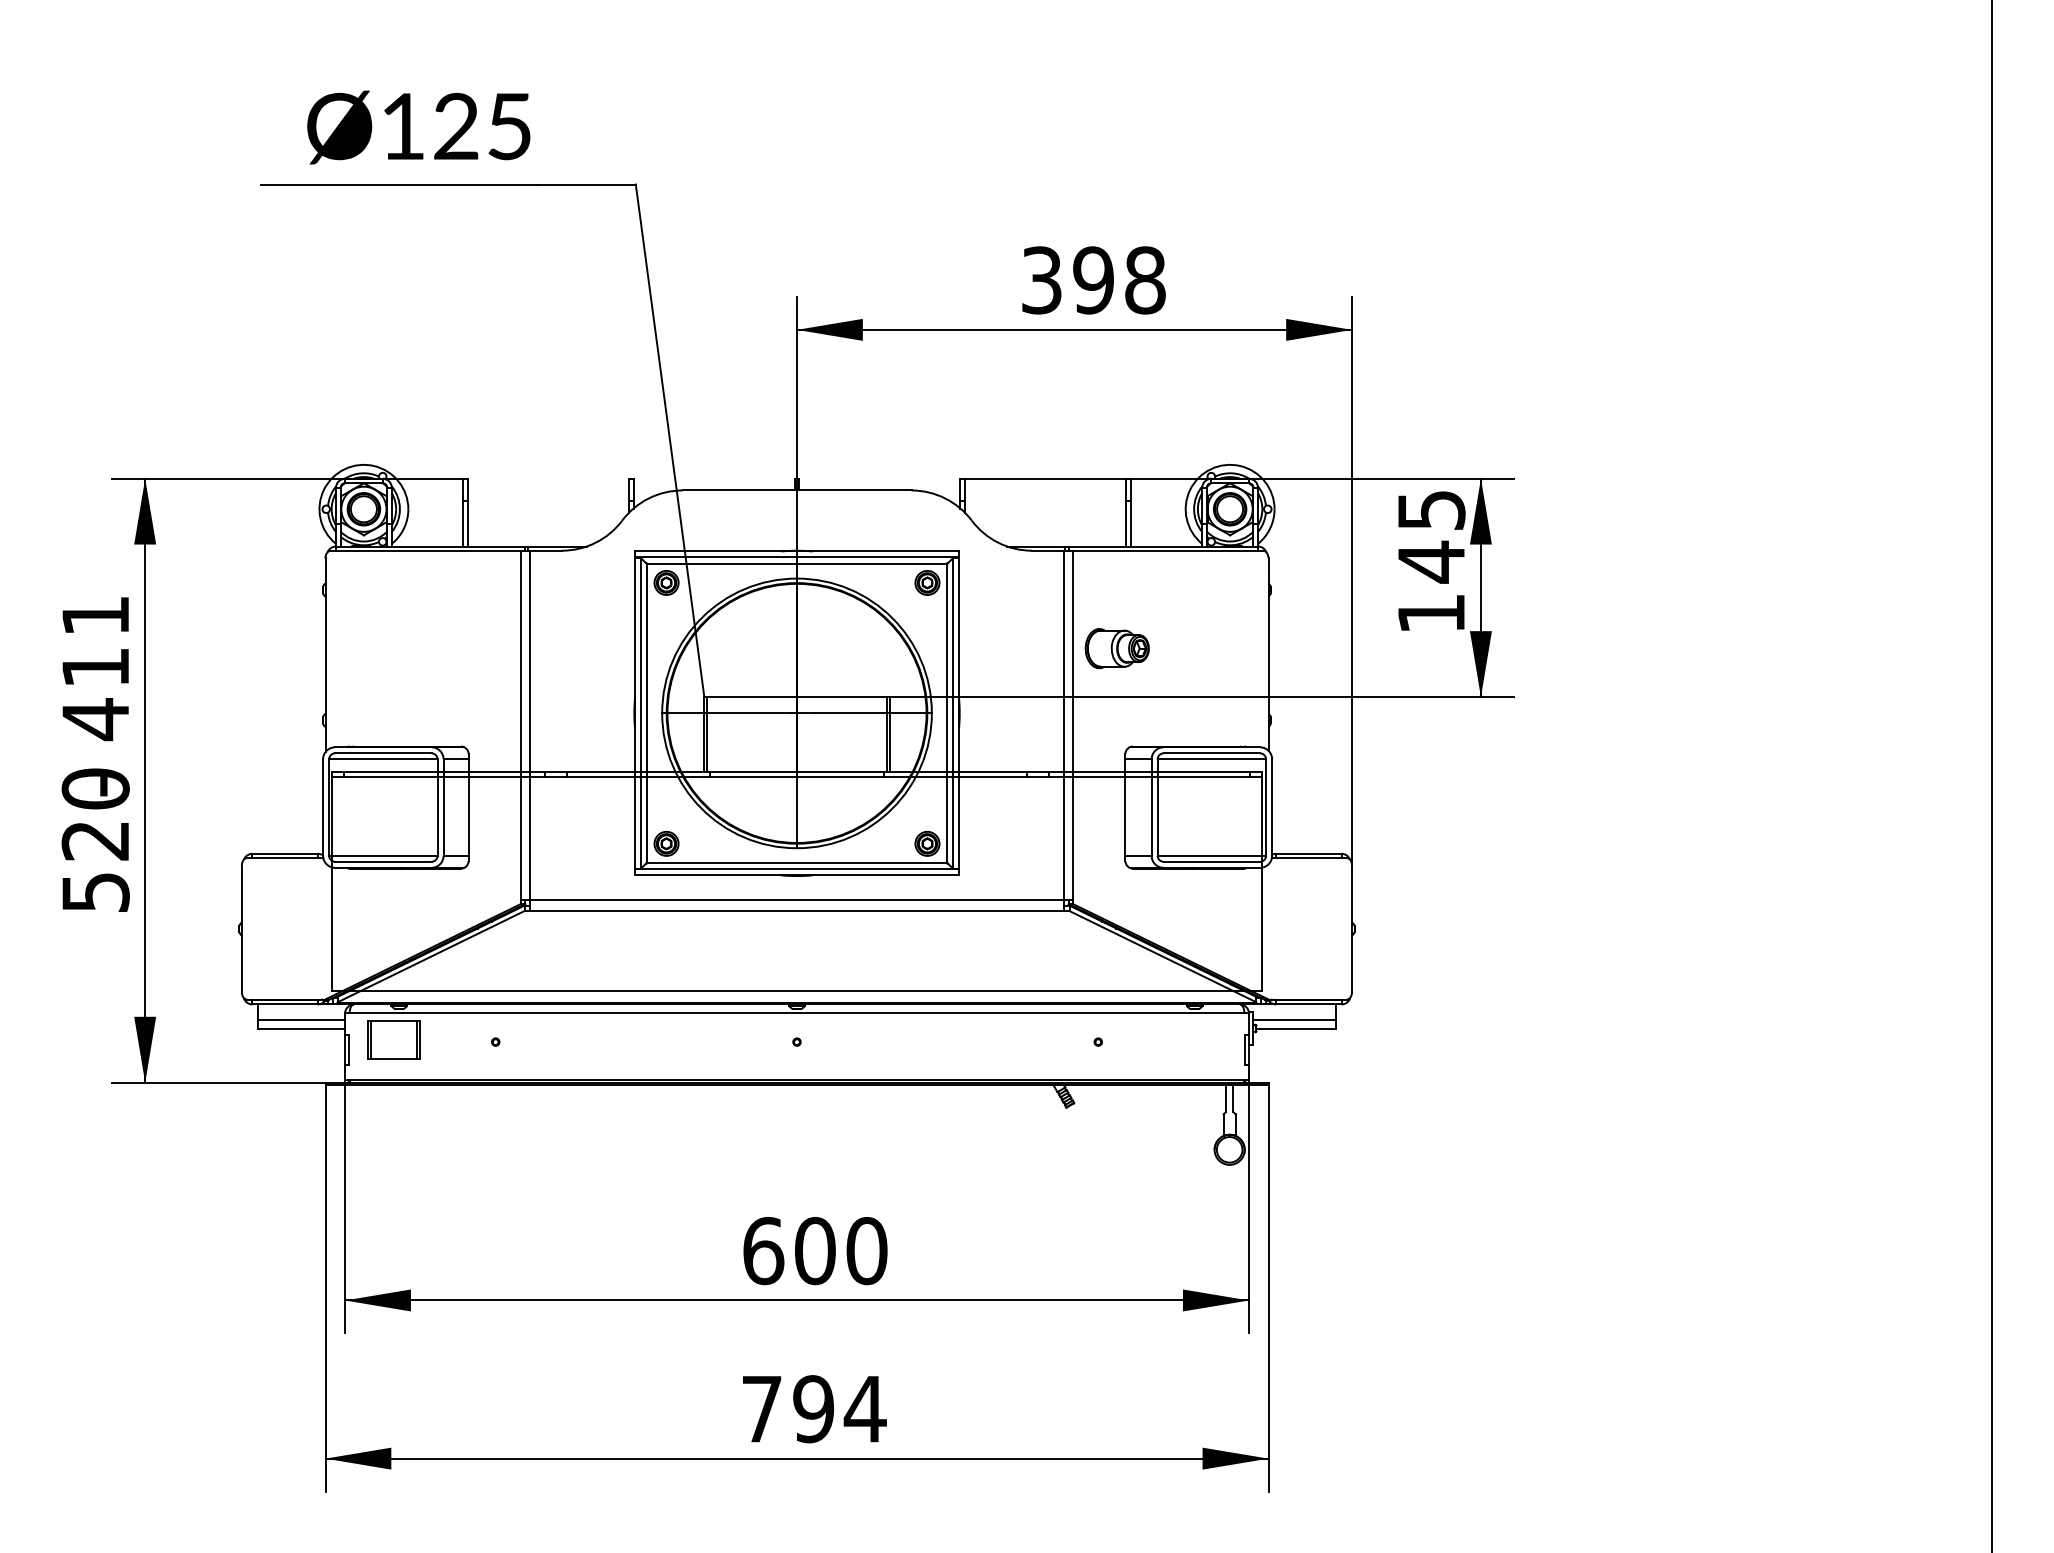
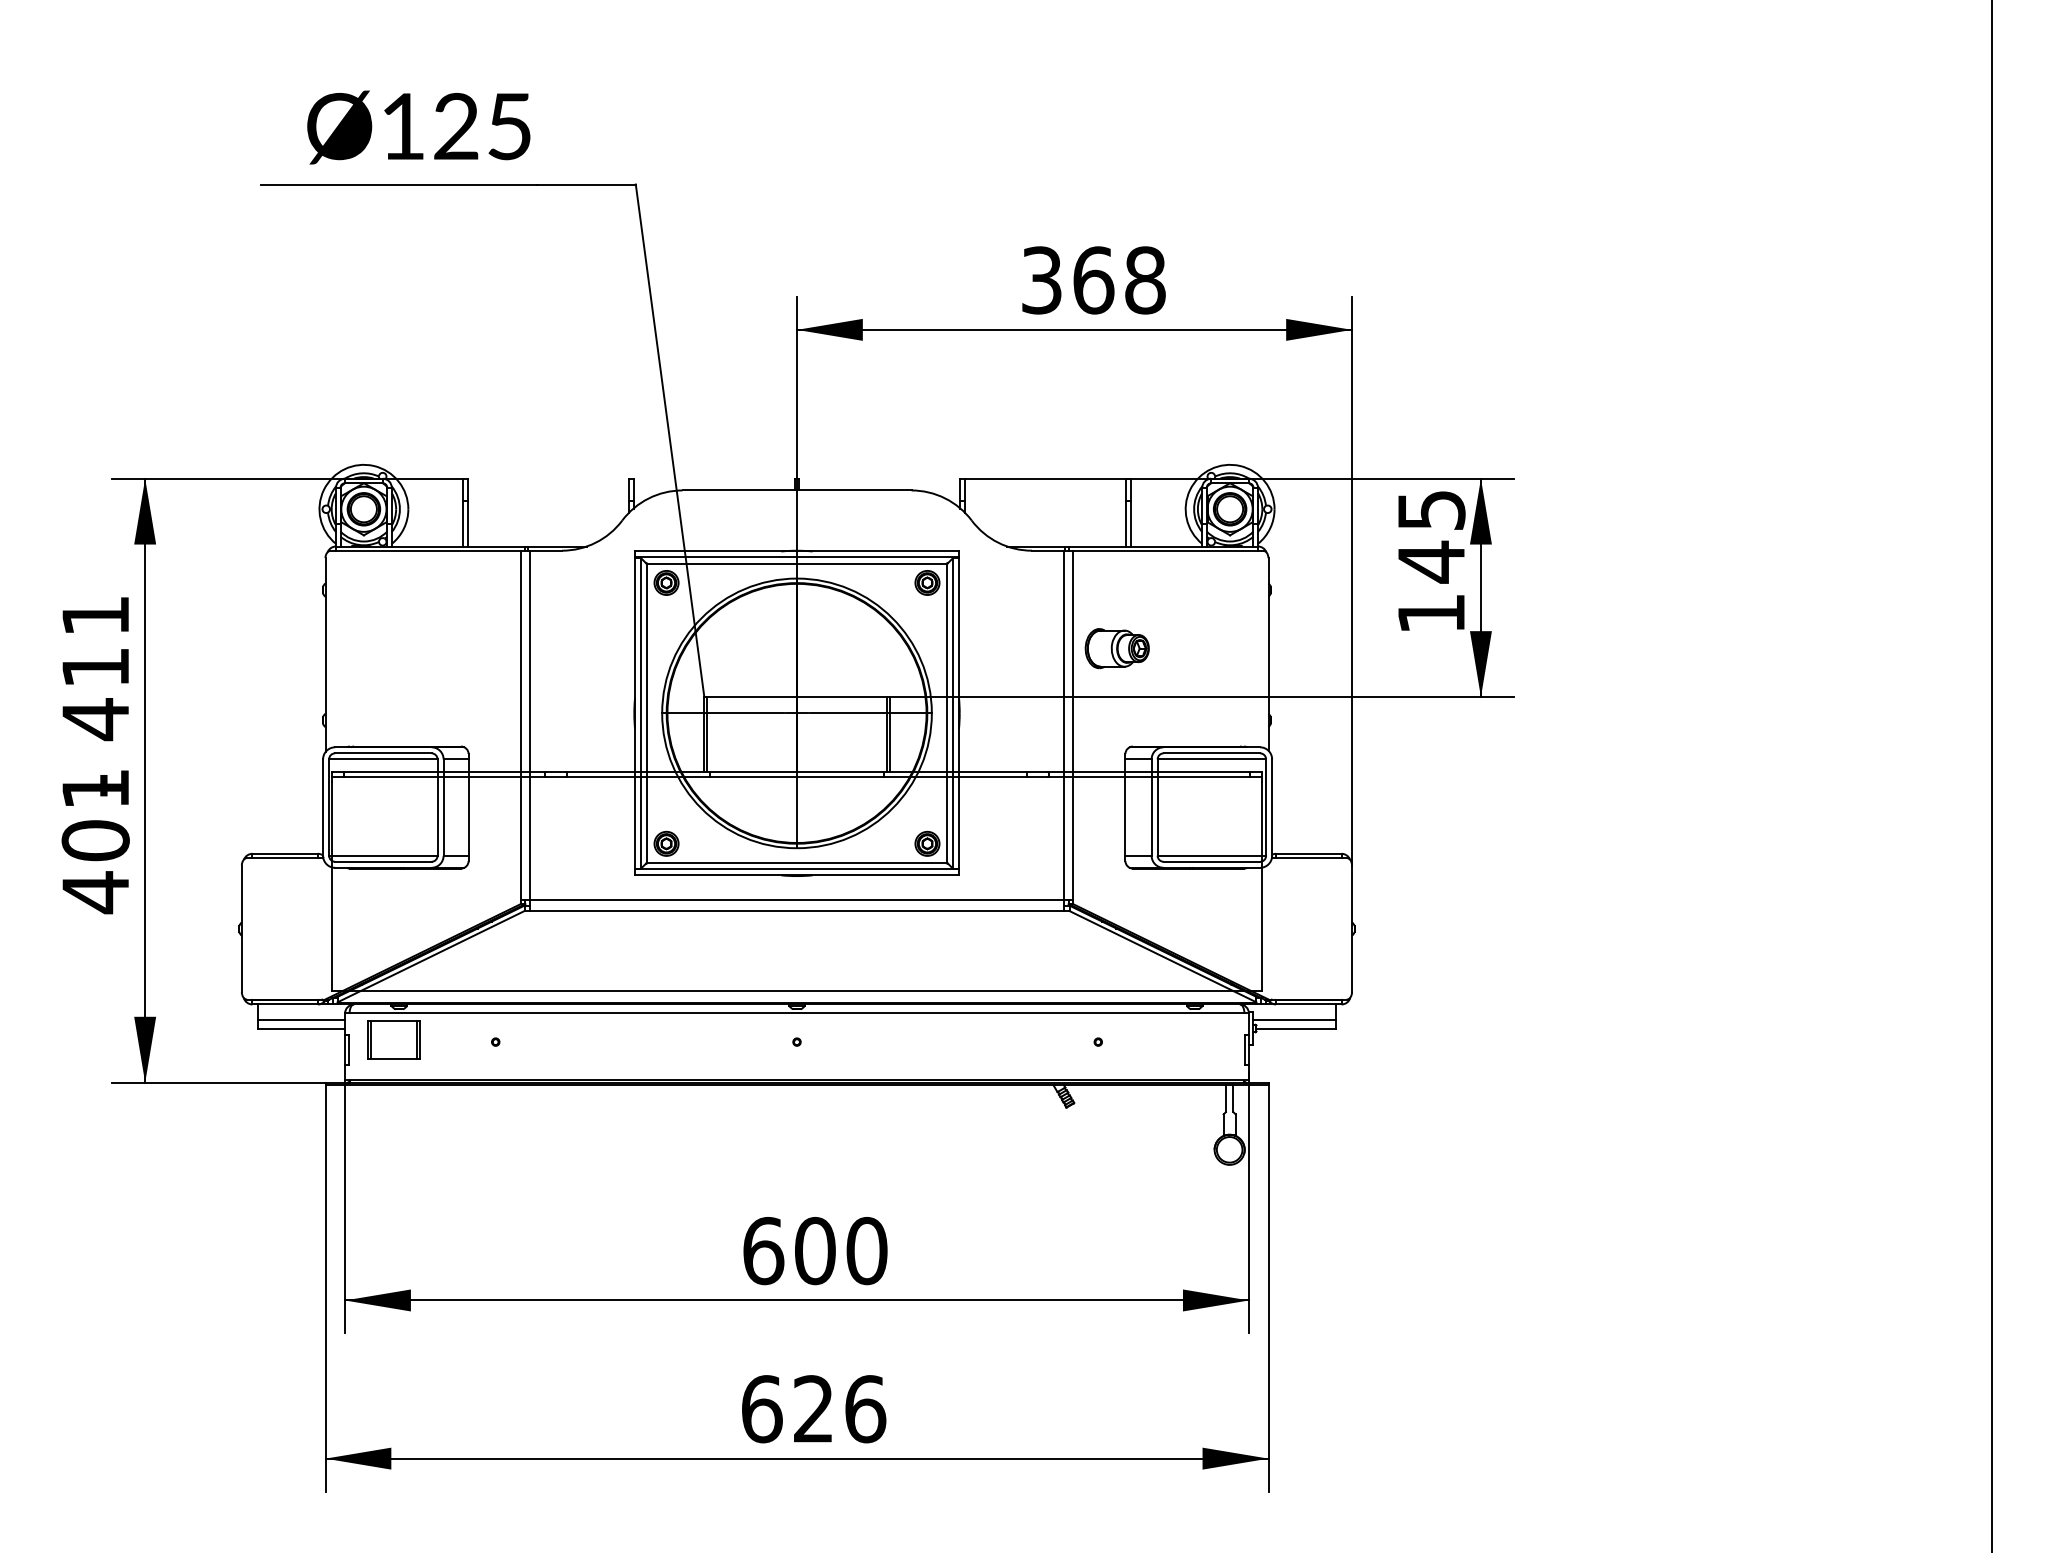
text at (1093, 280): 398 -> 368
text at (95, 841): 520 -> 401
text at (814, 1409): 794 -> 626
